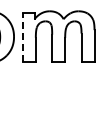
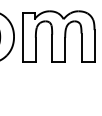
line at (22, 37): dashed -> solid
